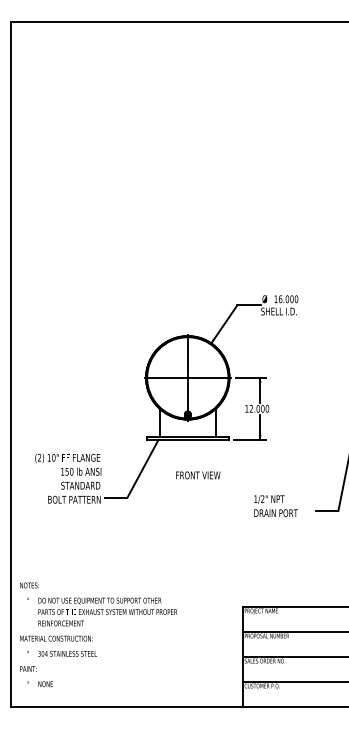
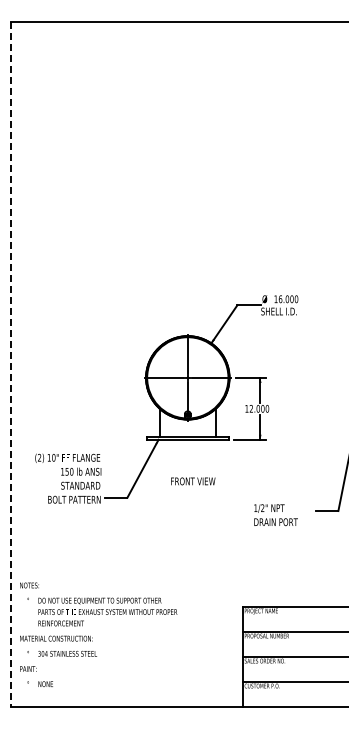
line at (10, 364): solid -> dashed
text at (198, 475) position: (198, 475) -> (193, 481)
text at (275, 506) position: (275, 506) -> (275, 515)
